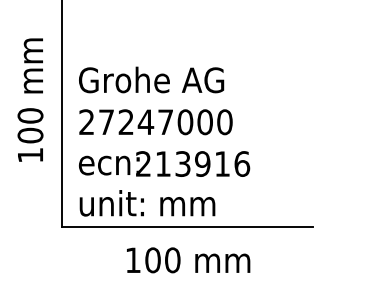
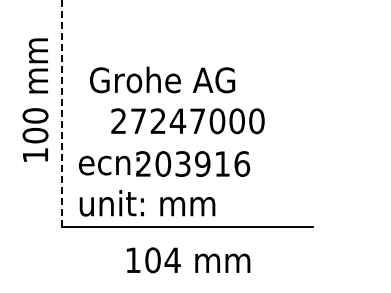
text at (151, 79) position: (151, 79) -> (162, 79)
text at (30, 99) position: (30, 99) -> (35, 99)
line at (62, 113): solid -> dashed
text at (155, 122) position: (155, 122) -> (187, 121)
text at (163, 163): 213916 -> 203916
text at (172, 260): 100 -> 104
